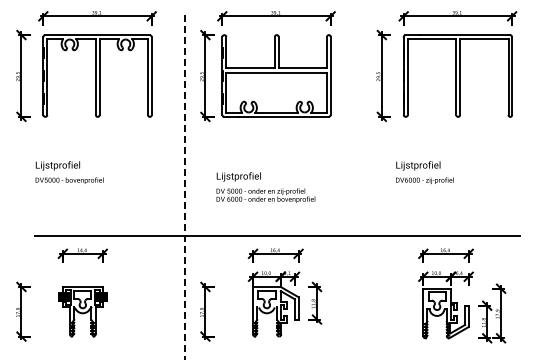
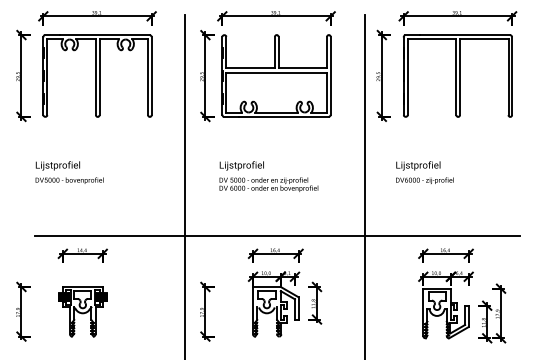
line at (364, 185): none -> present
line at (184, 187): dashed -> solid
text at (265, 187) position: (265, 187) -> (268, 176)
